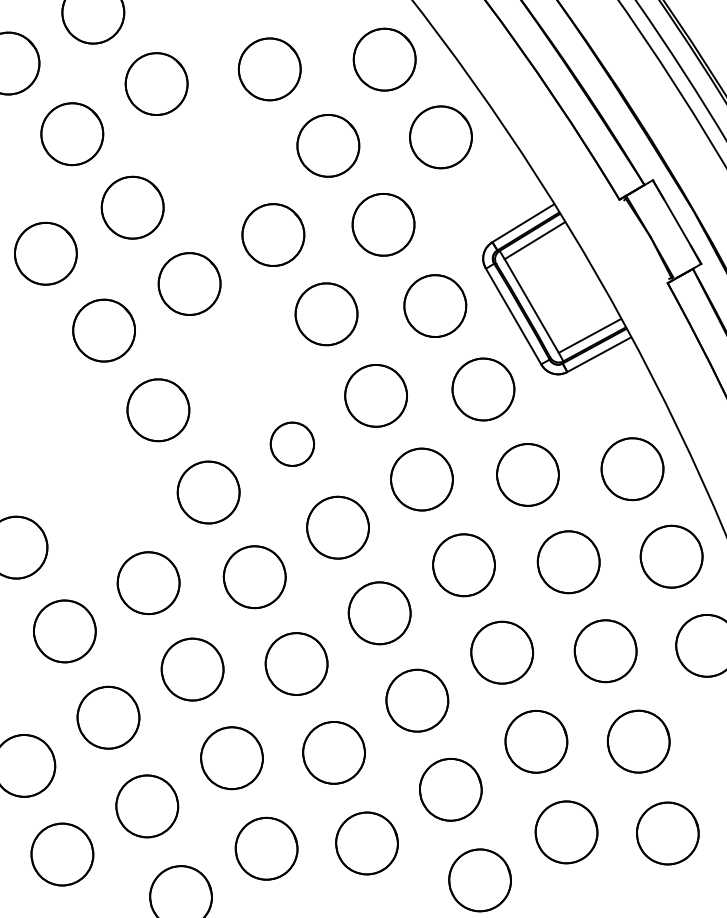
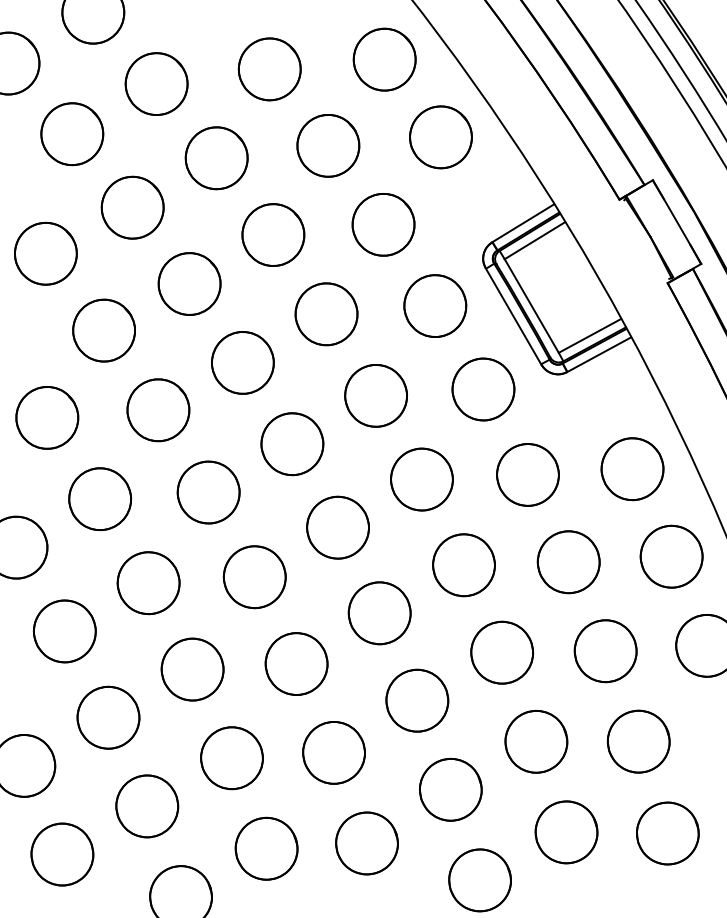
part at (216, 158): none -> present
circle at (242, 362): none -> present
part at (47, 417): none -> present
part at (291, 443) size: 46x46 px -> 65x65 px
part at (100, 499): none -> present
